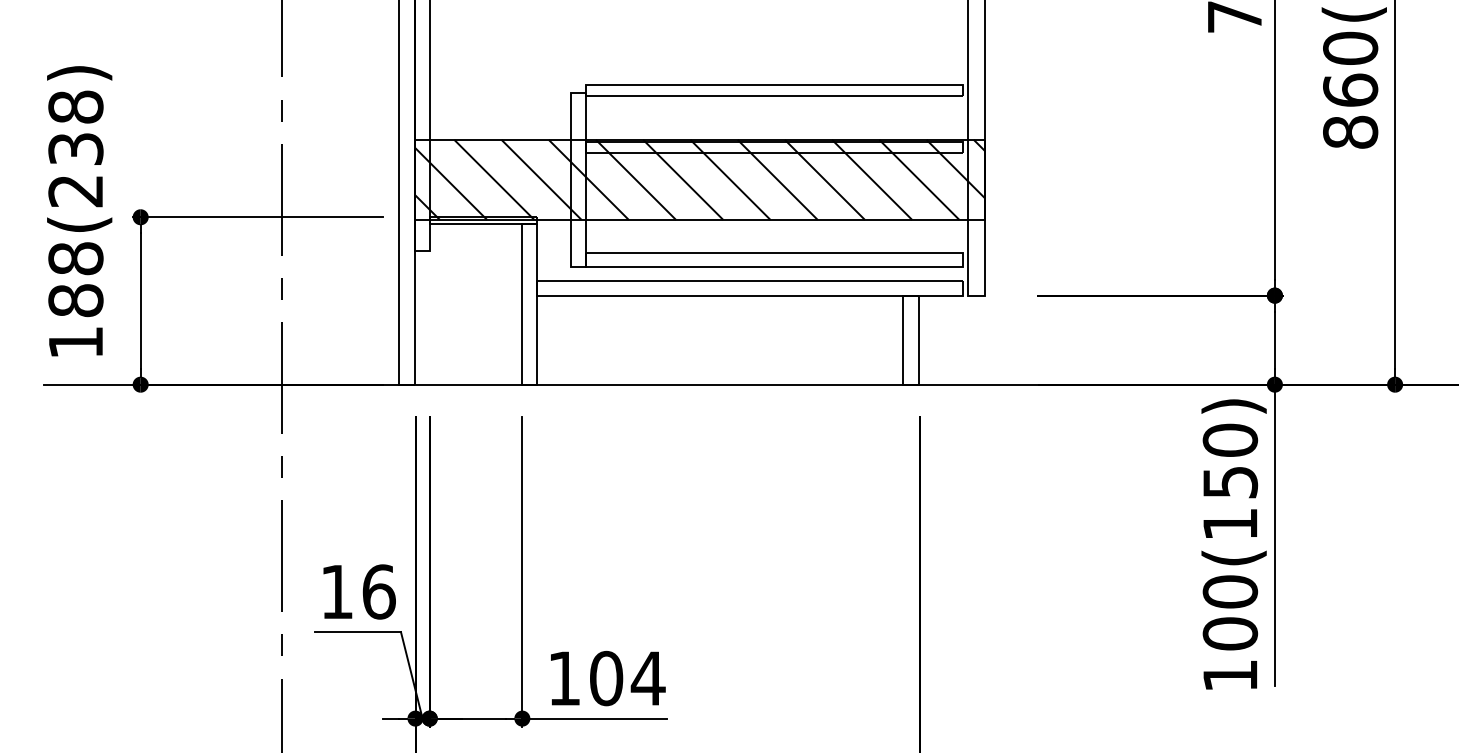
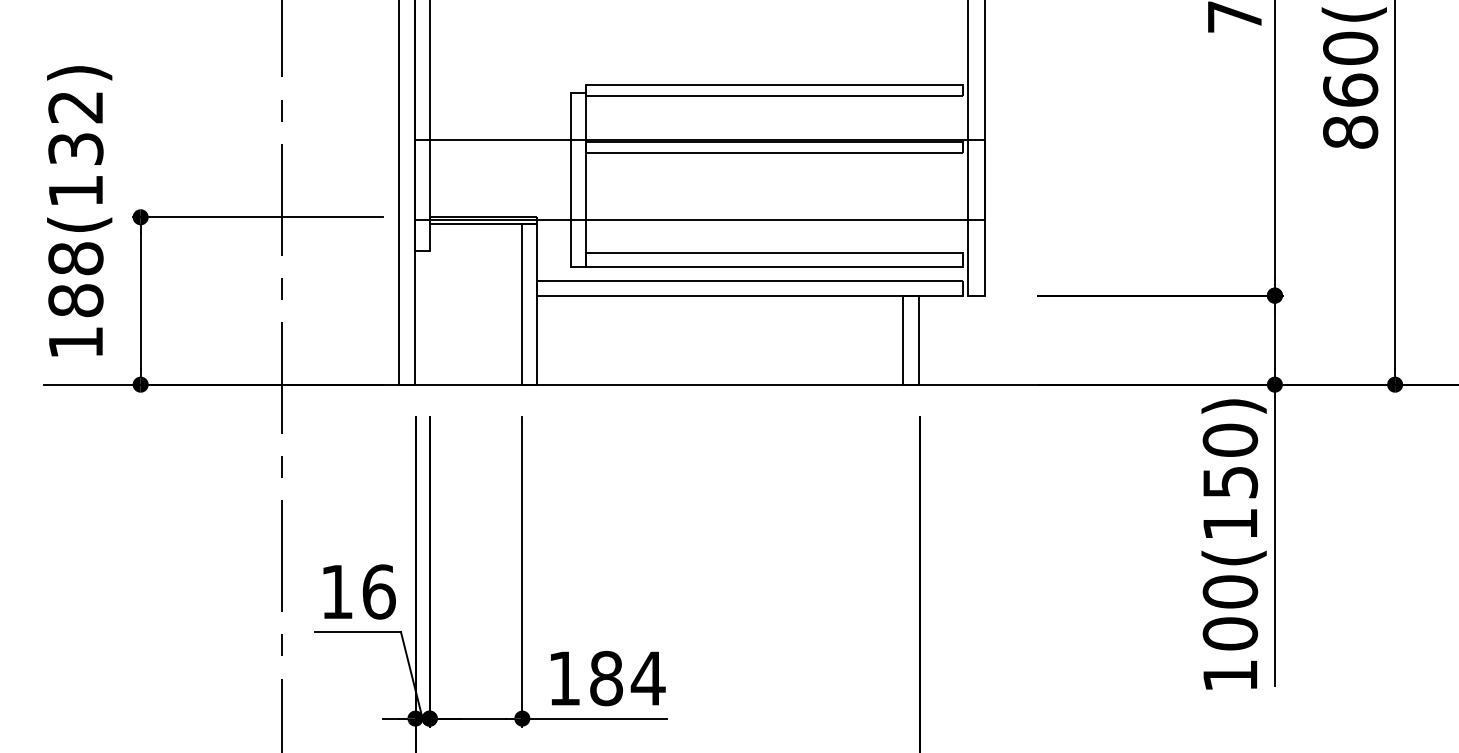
text at (75, 148): 188(238) -> 188(132)
hatch at (700, 179): present -> none
text at (606, 678): 104 -> 184
